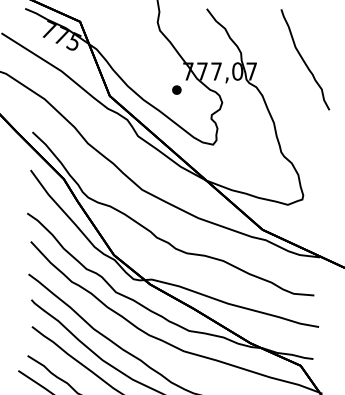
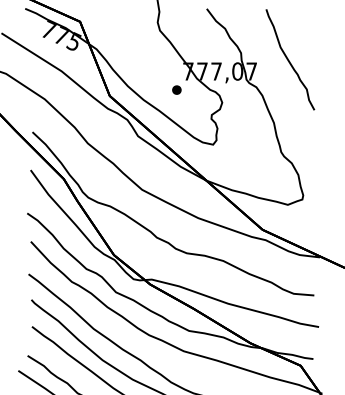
curve at (304, 60) position: (304, 60) -> (289, 60)
